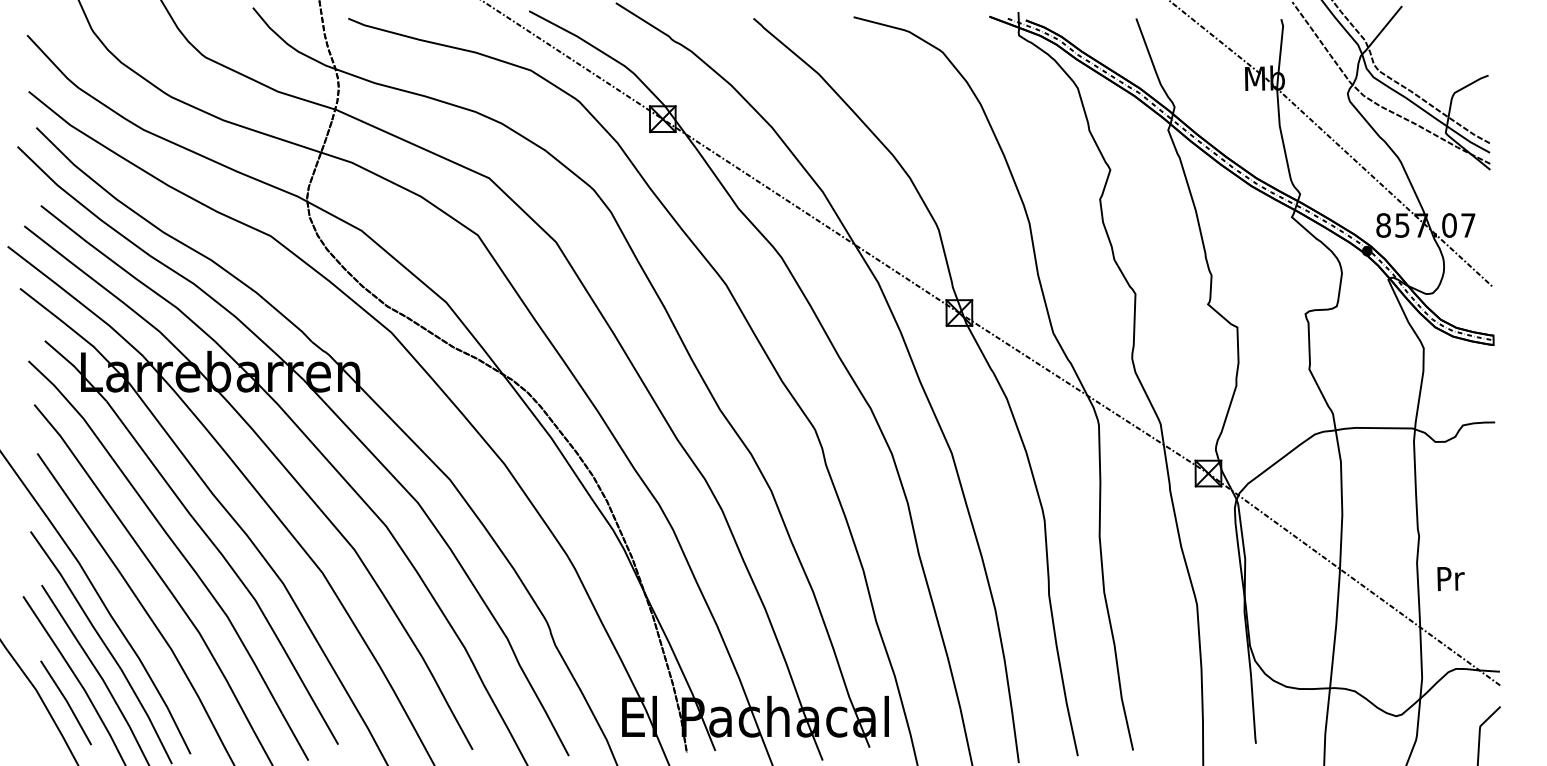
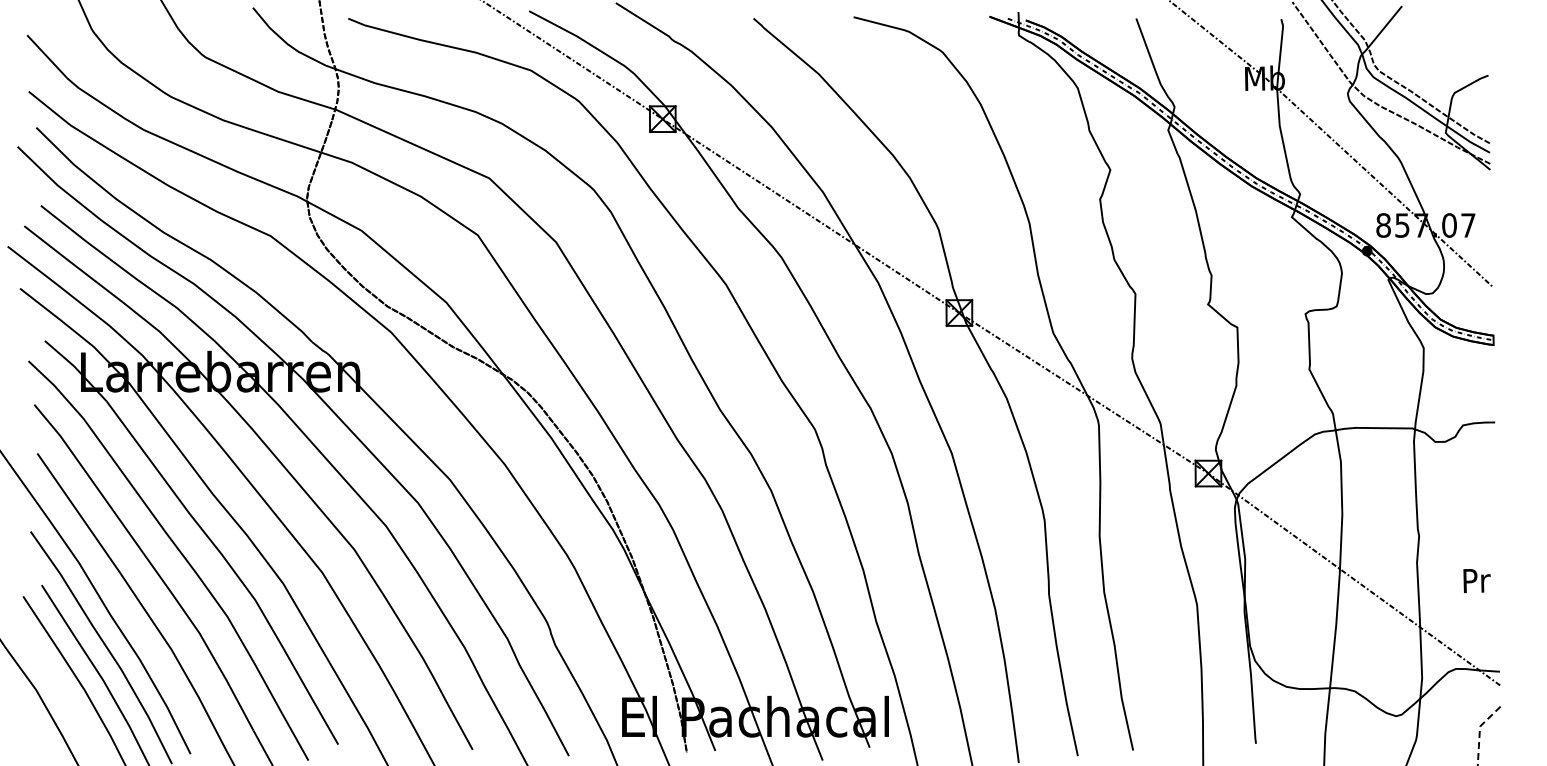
text at (1450, 578) position: (1450, 578) -> (1476, 580)
line at (65, 701): present -> none
line at (1479, 730): solid -> dashed
